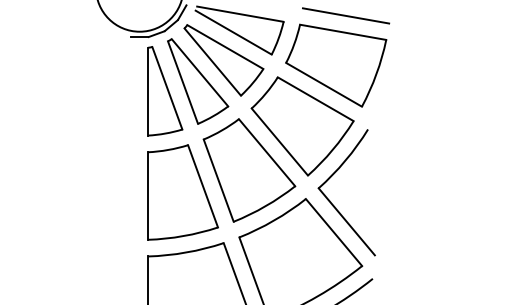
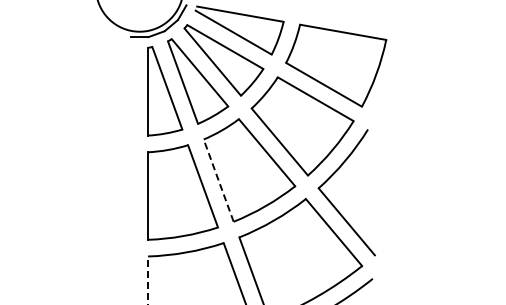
line at (345, 15): present -> none
line at (218, 180): solid -> dashed
line at (148, 280): solid -> dashed
